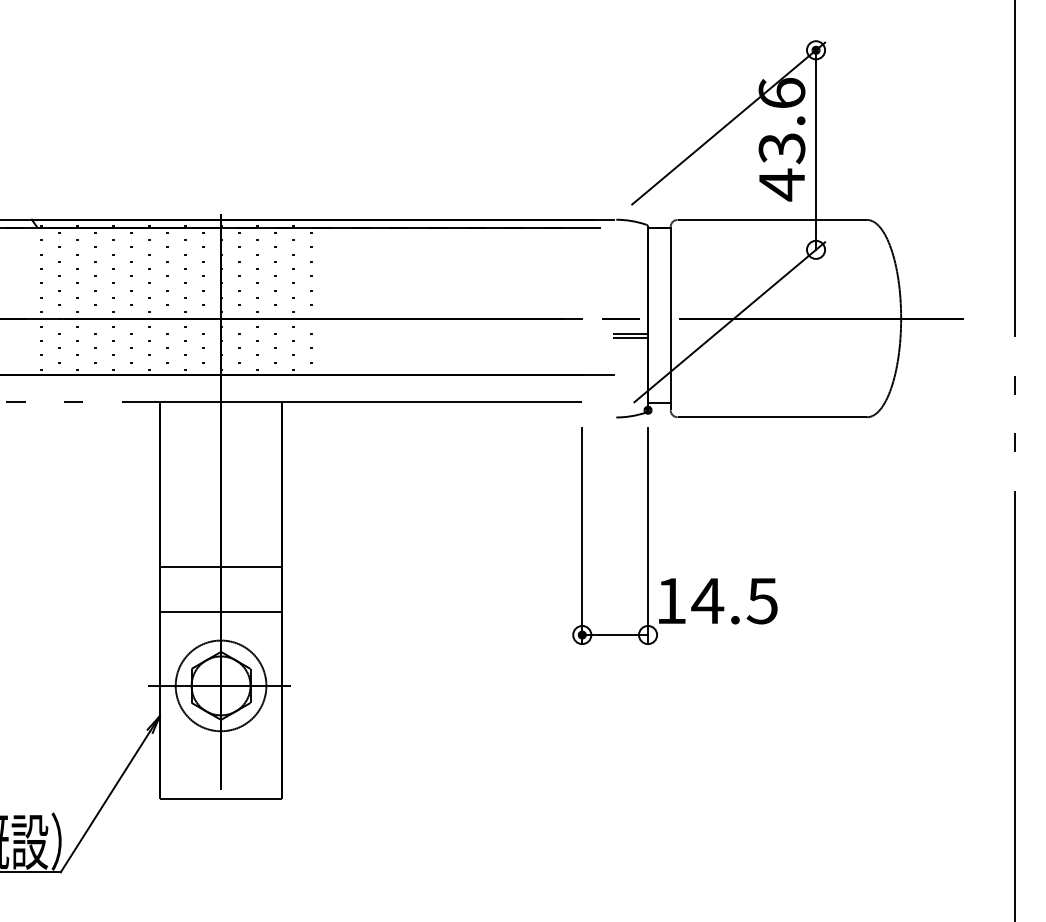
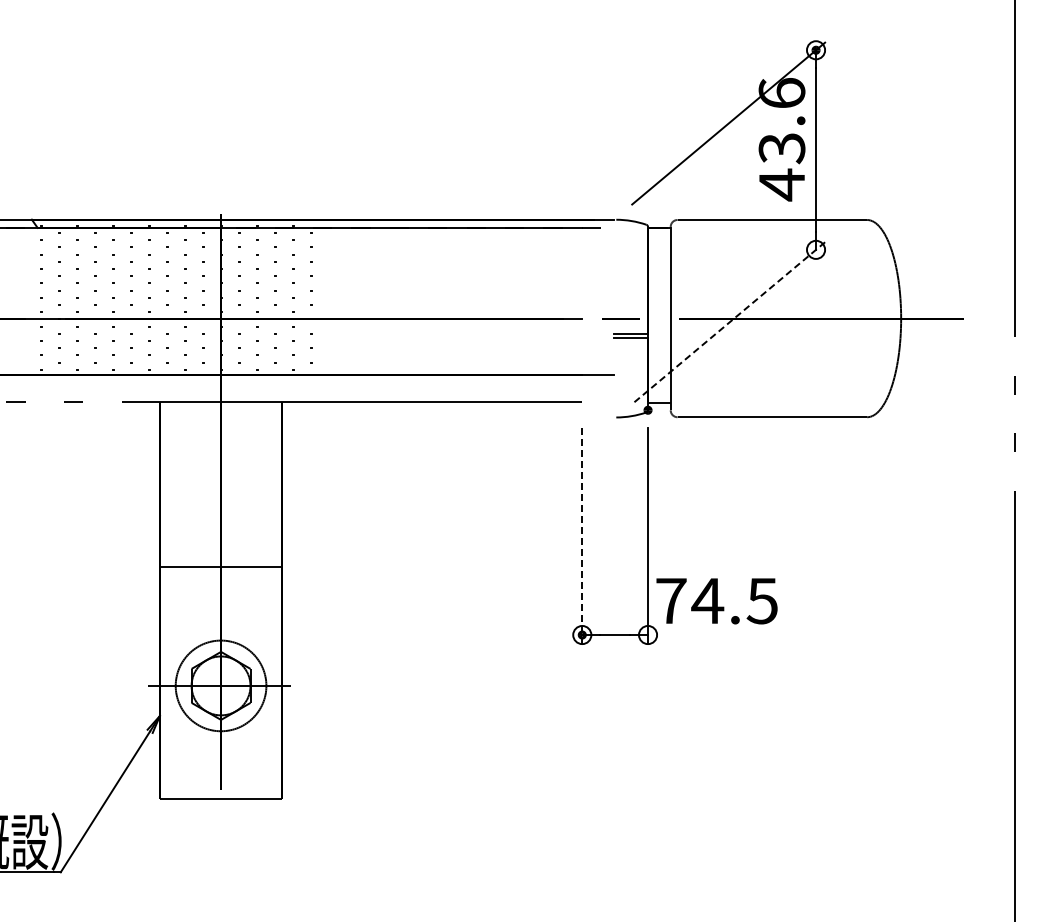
line at (730, 321): solid -> dashed
line at (582, 536): solid -> dashed
text at (671, 600): 14.5 -> 74.5
line at (220, 611): present -> none
